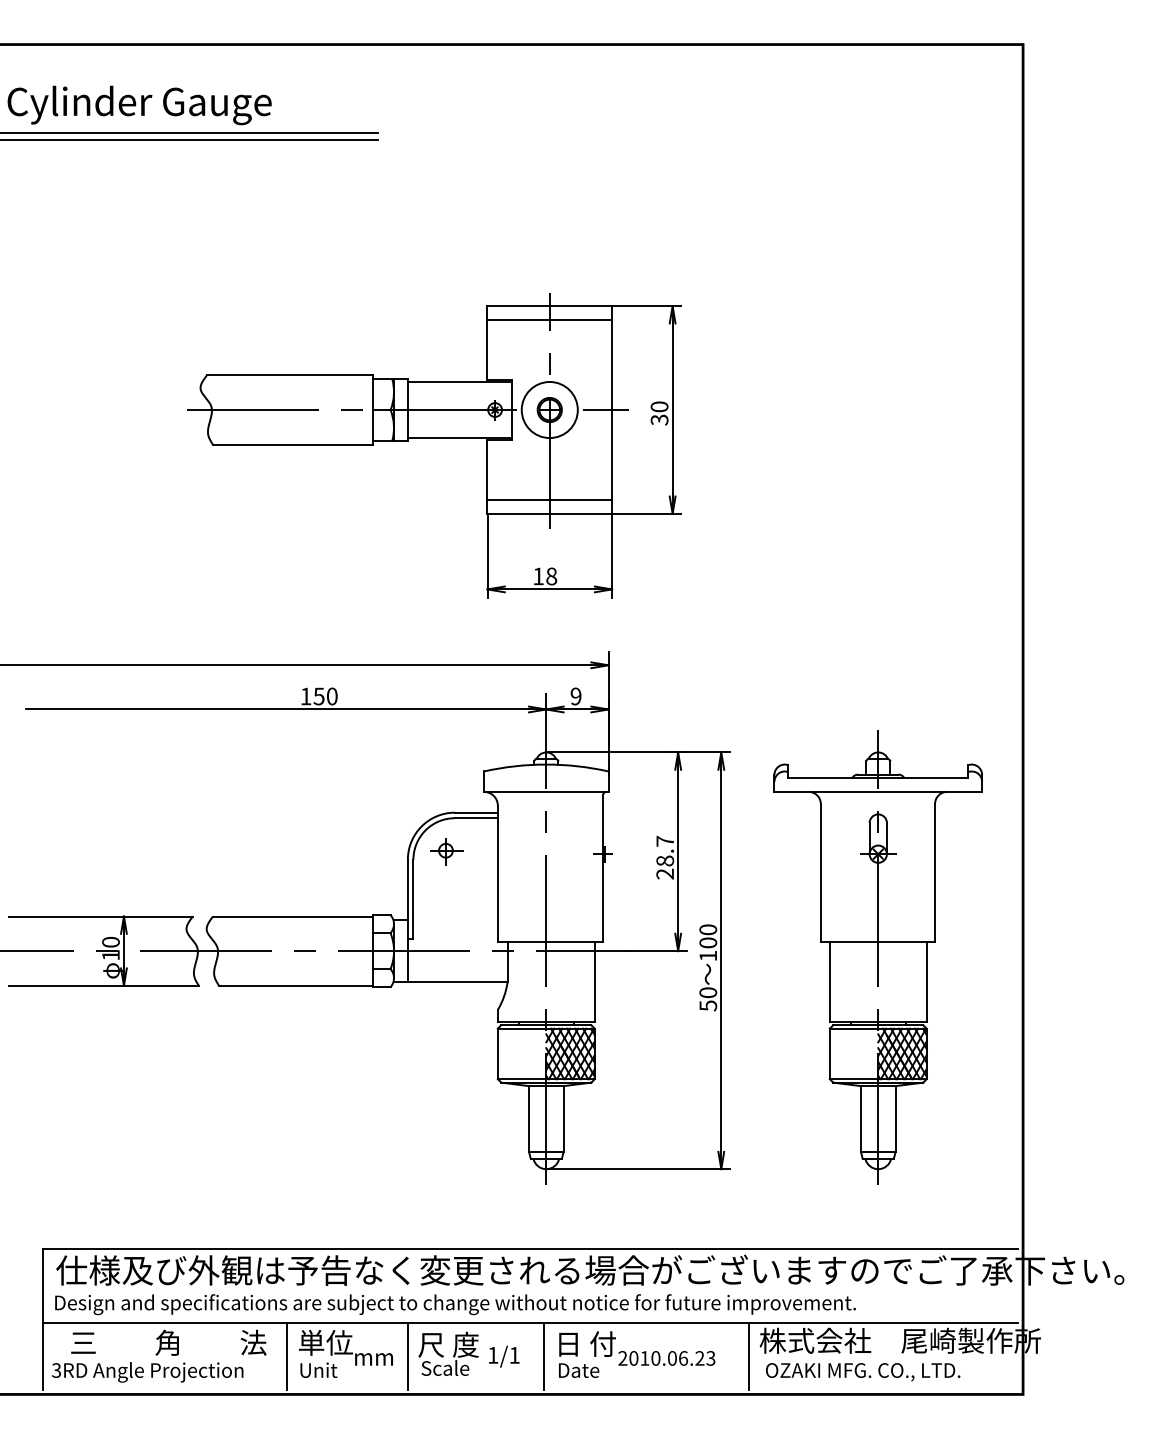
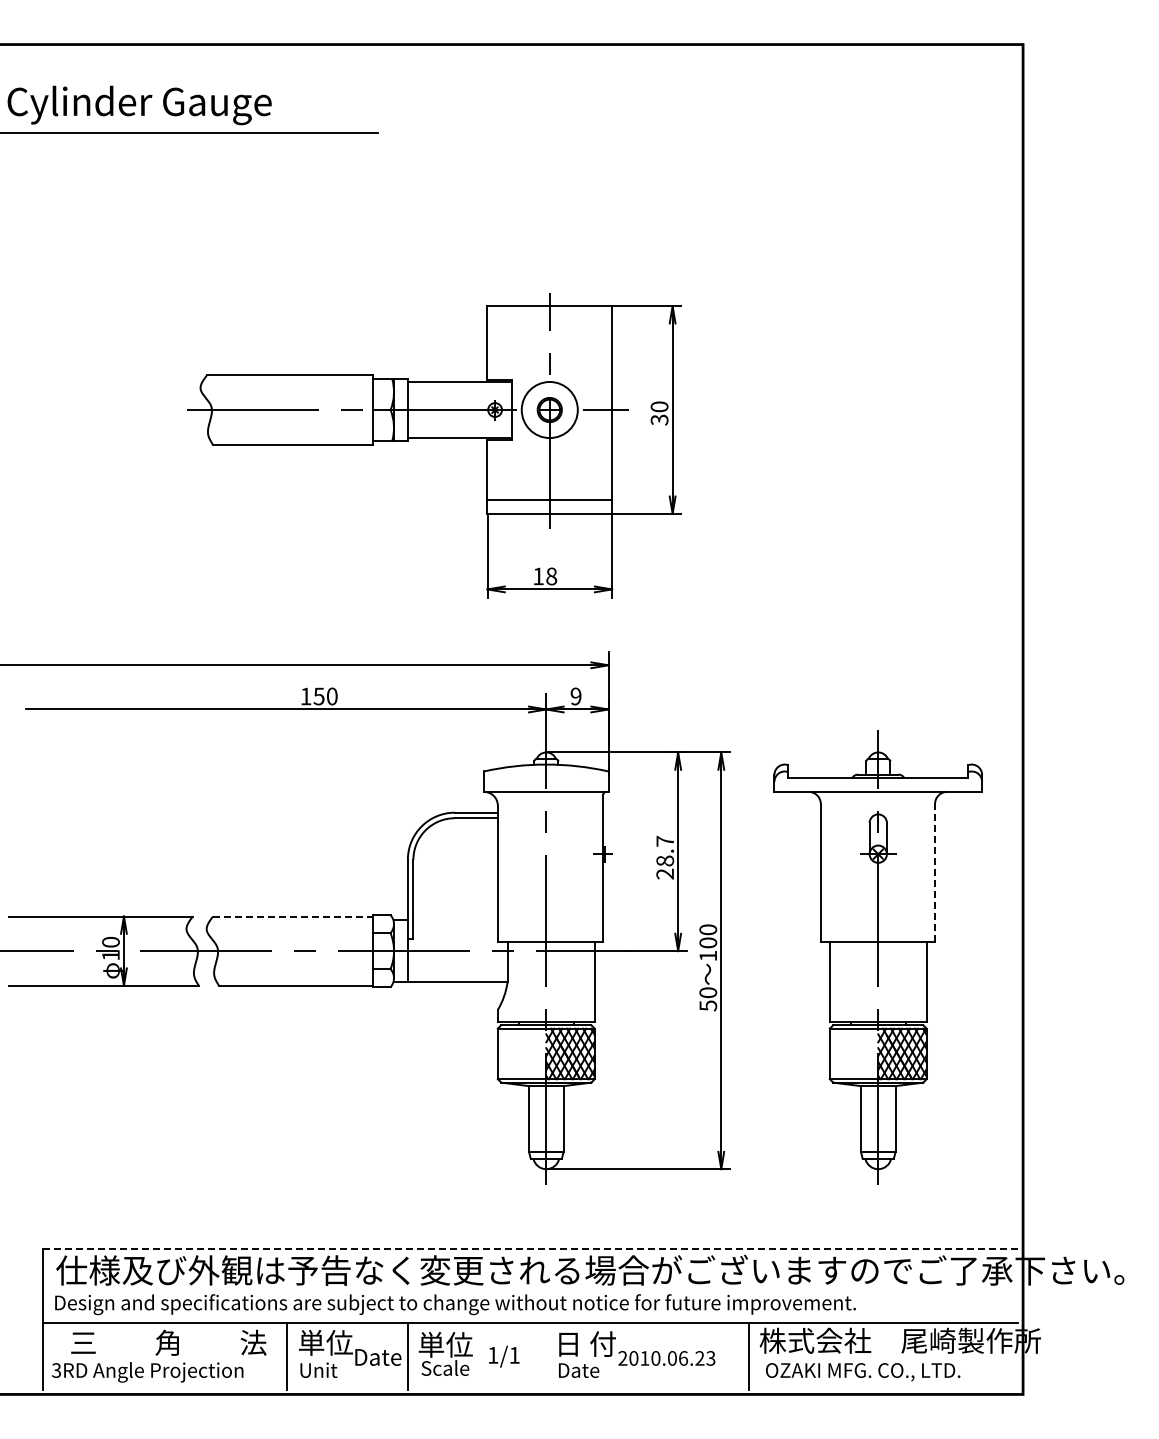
line at (190, 139): present -> none
line at (549, 320): present -> none
part at (446, 851): present -> none
line at (935, 872): solid -> dashed
line at (293, 916): solid -> dashed
line at (530, 1248): solid -> dashed
text at (448, 1344): 尺 度 -> 単位
line at (543, 1356): present -> none
text at (378, 1357): mm -> Date
